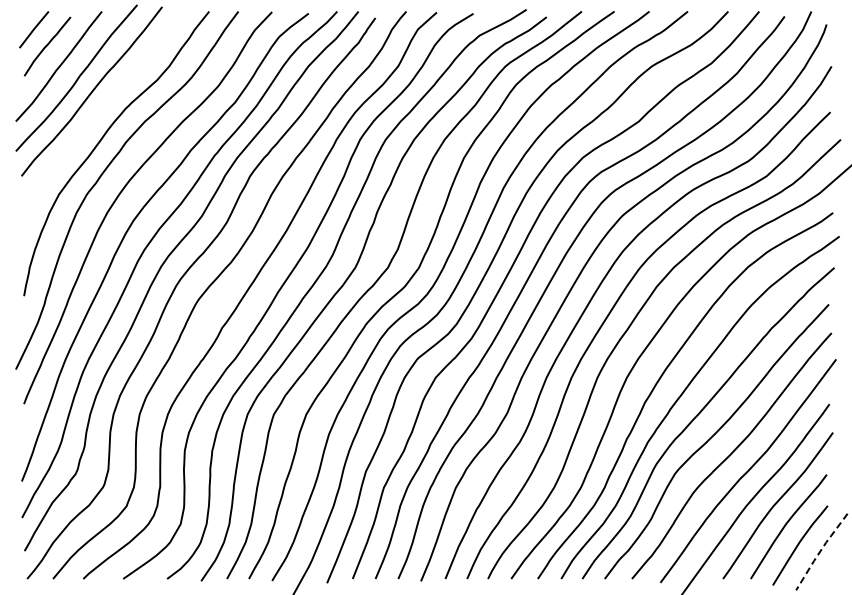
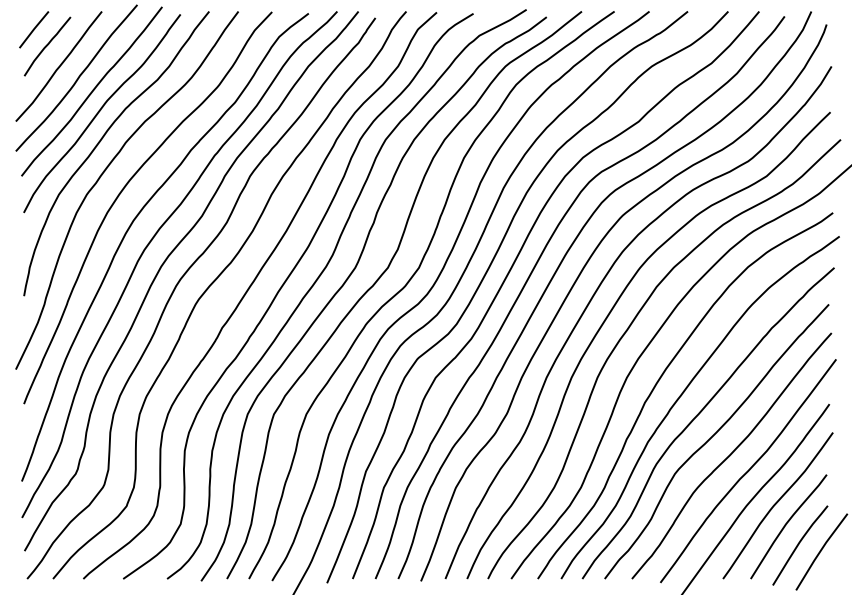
curve at (100, 111): none -> present
line at (820, 551): dashed -> solid
